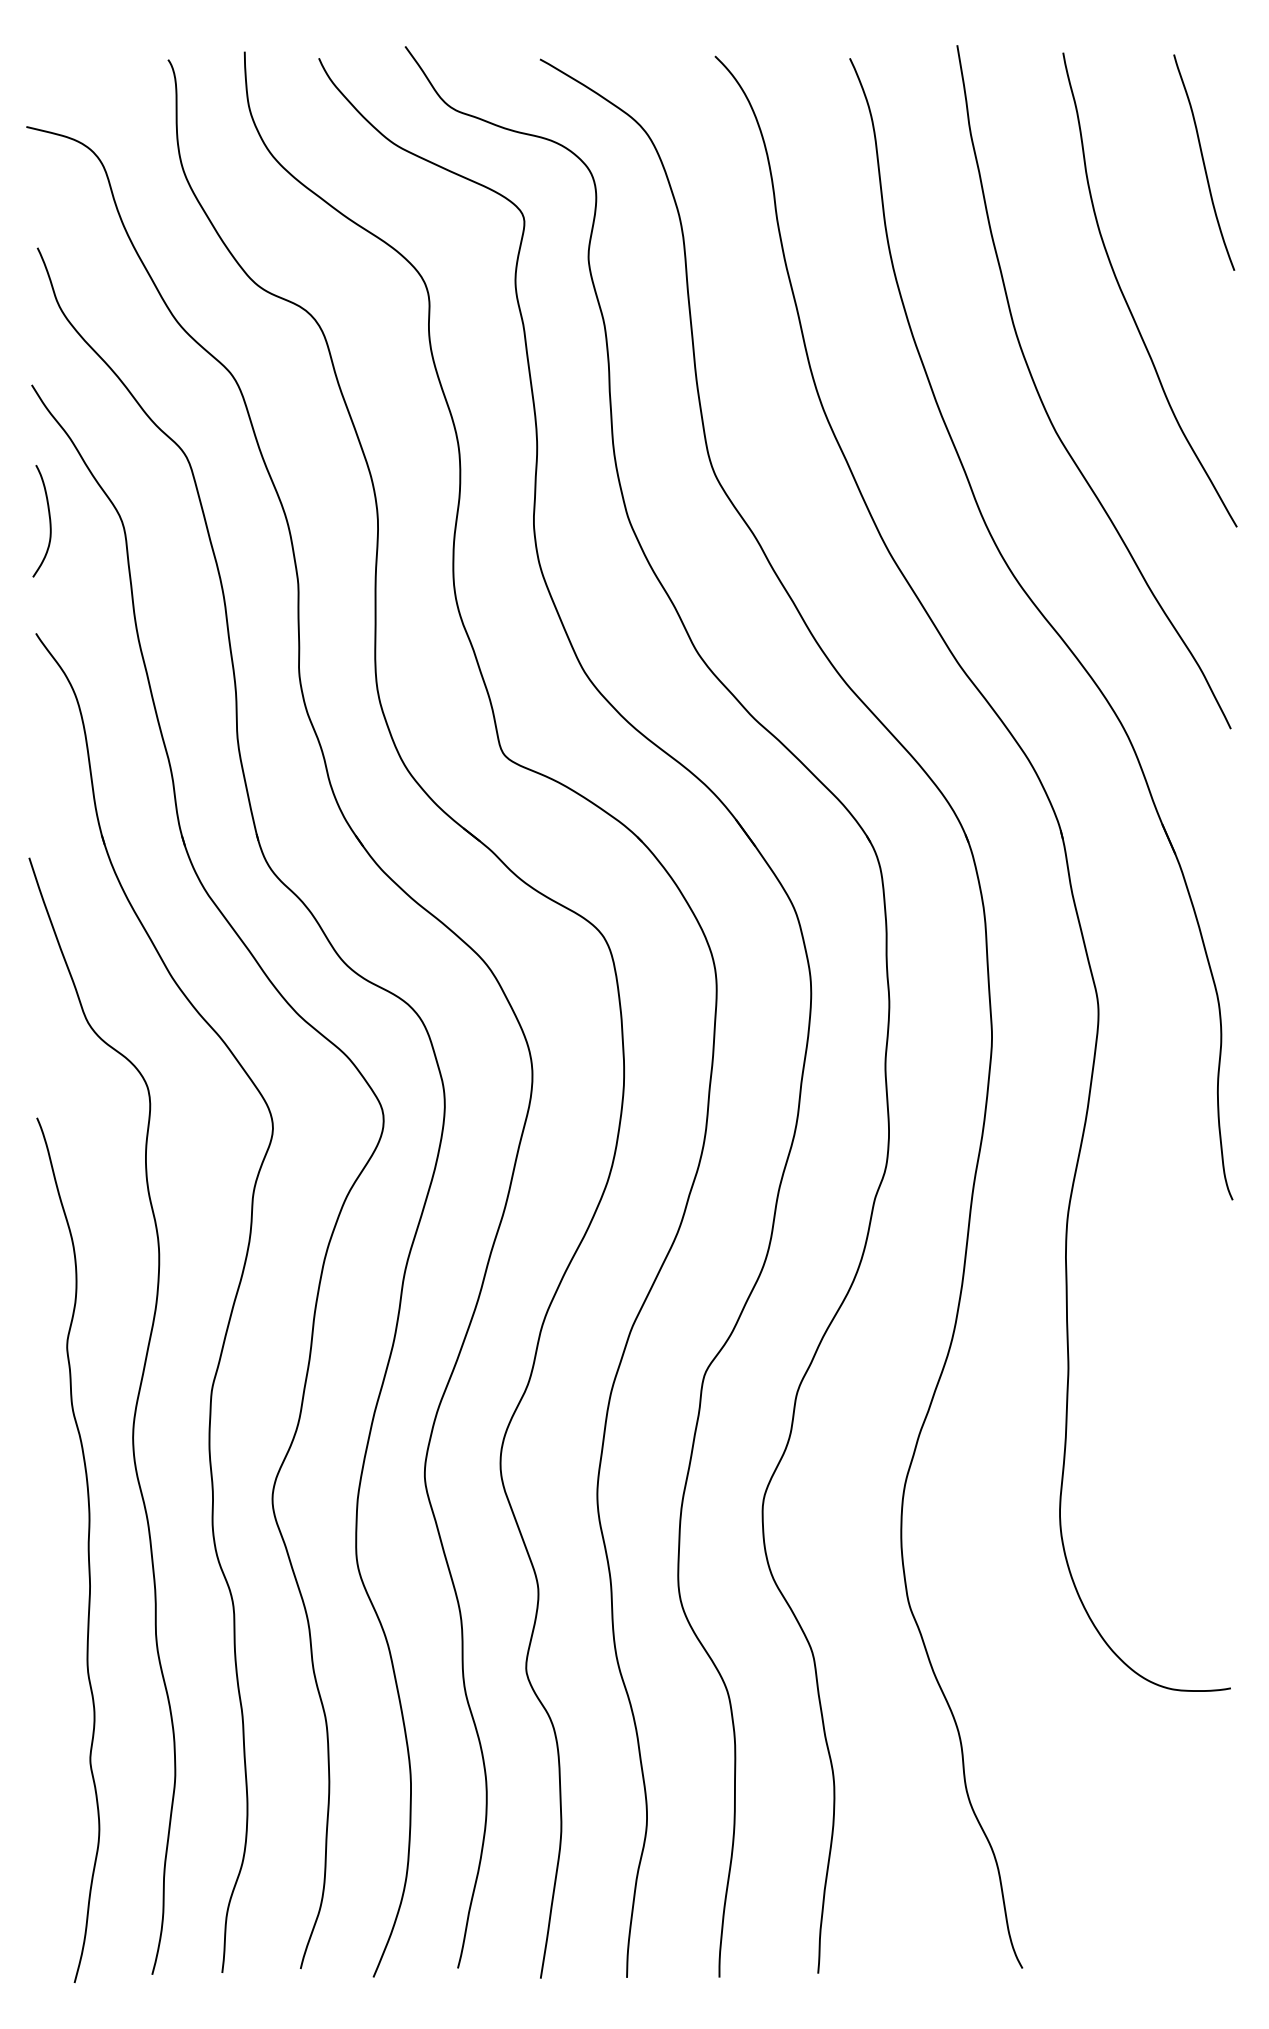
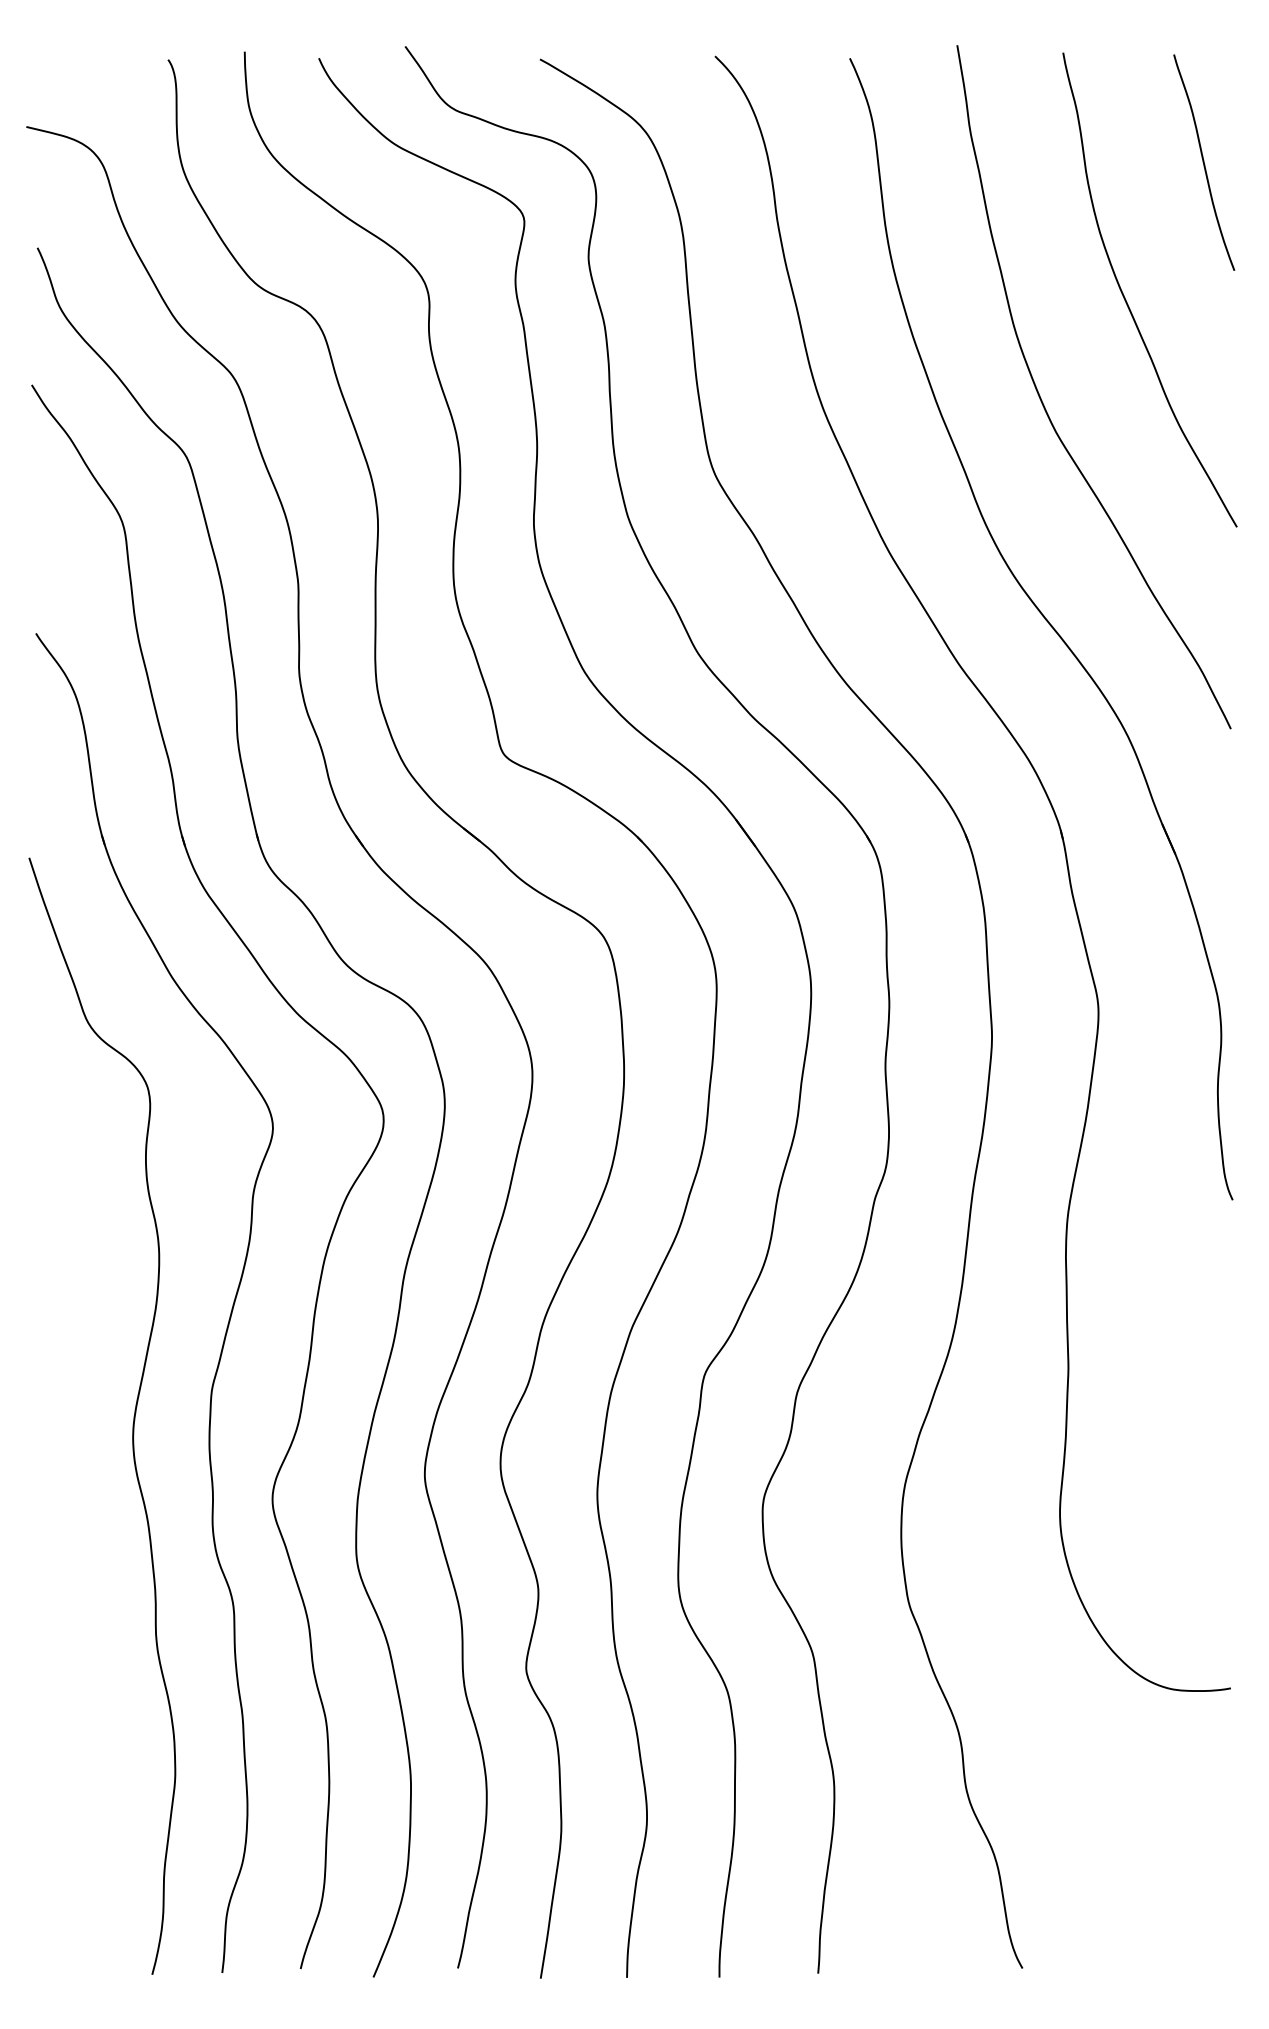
curve at (49, 521): present -> none
curve at (87, 1550): present -> none
